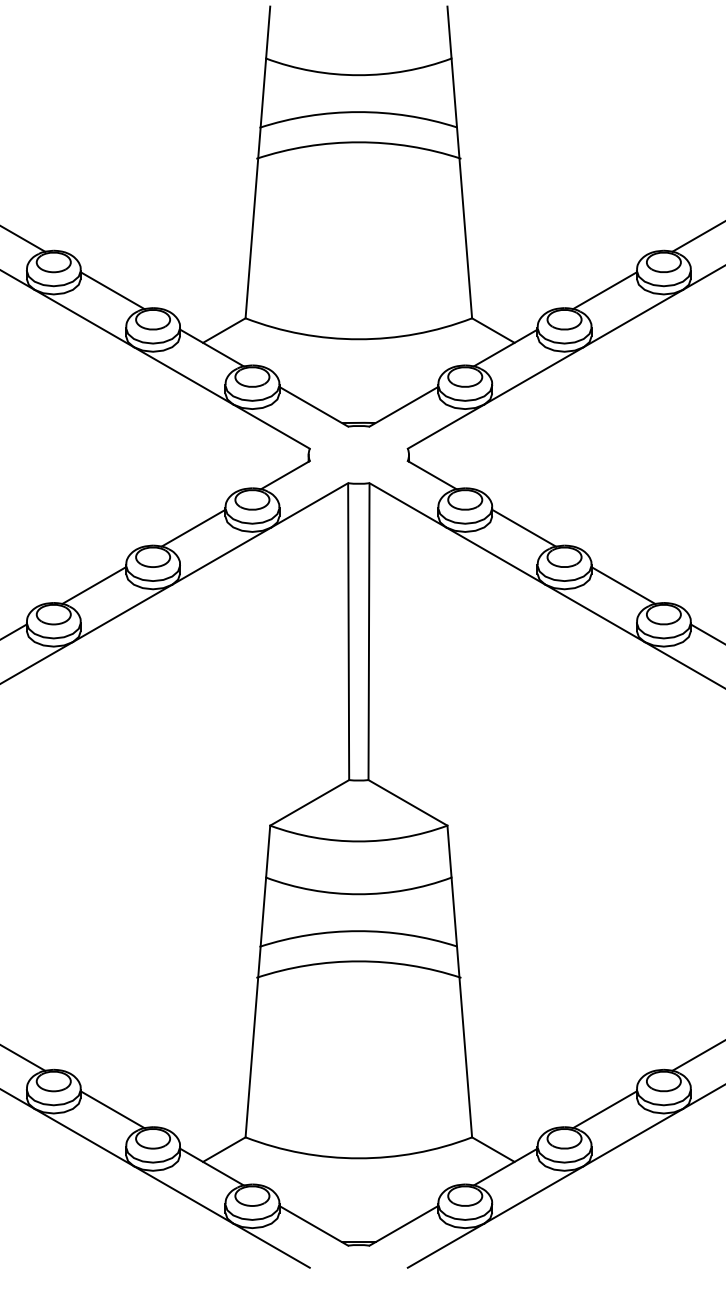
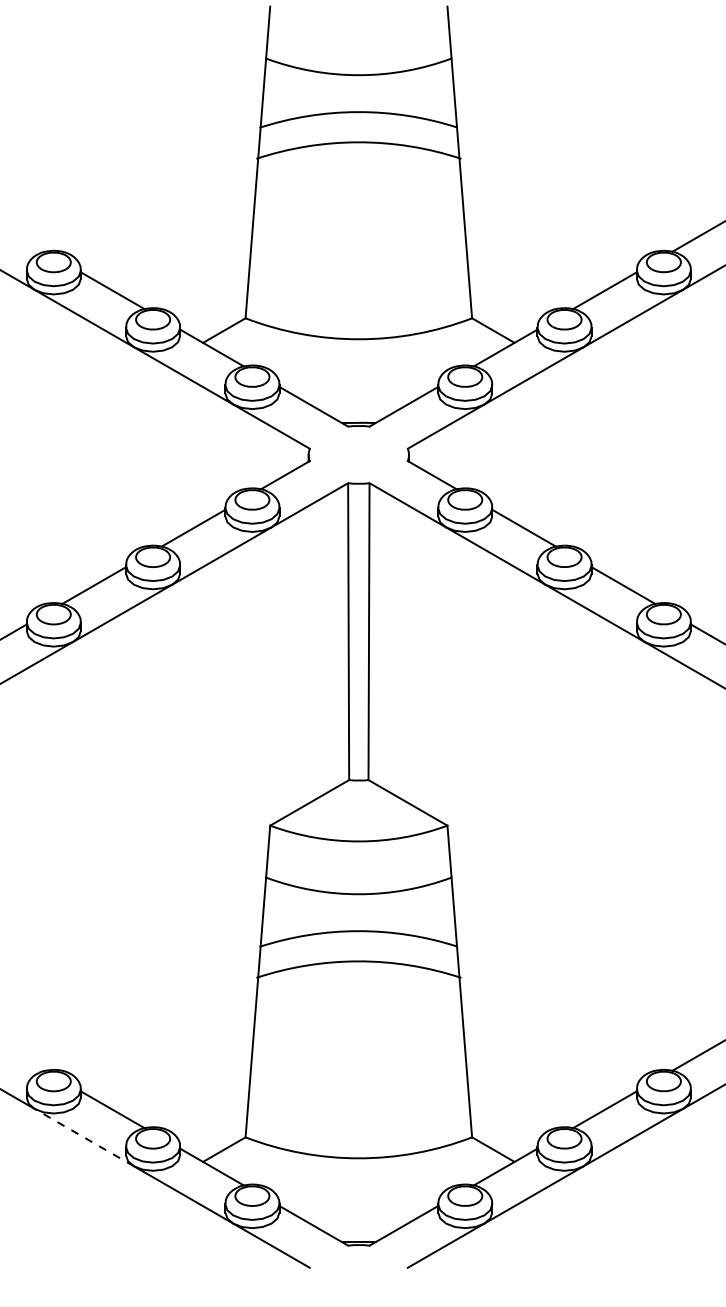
line at (23, 239): present -> none
line at (23, 1058): present -> none
line at (83, 1137): solid -> dashed
